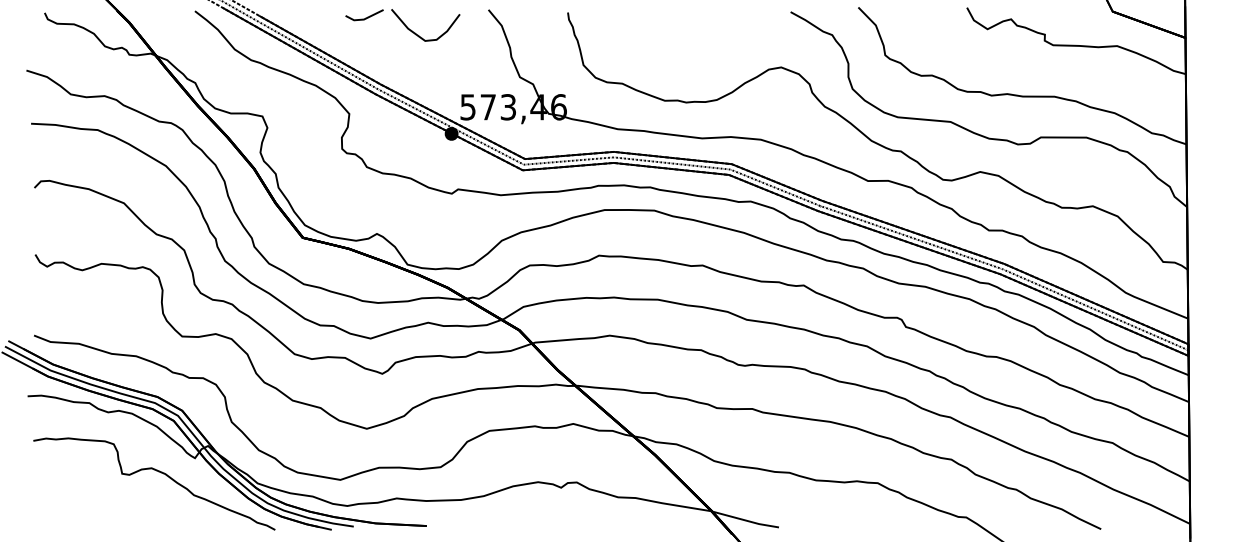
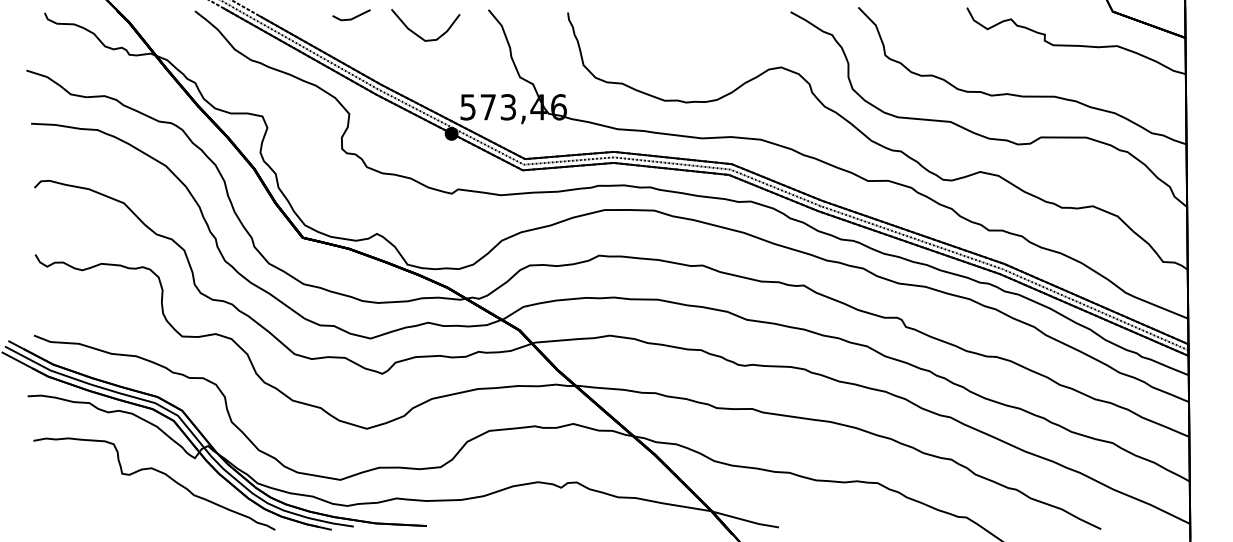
line at (365, 17) position: (365, 17) -> (352, 17)
